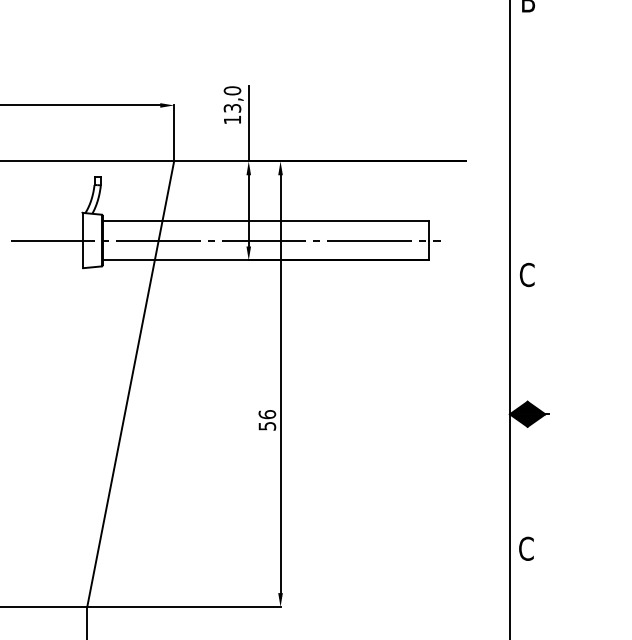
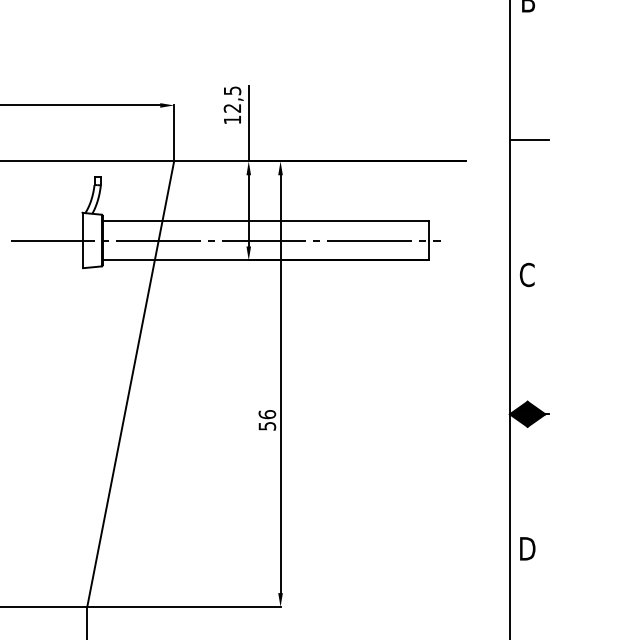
text at (232, 99): 13,0 -> 12,5
line at (528, 140): none -> present
text at (527, 548): C -> D
